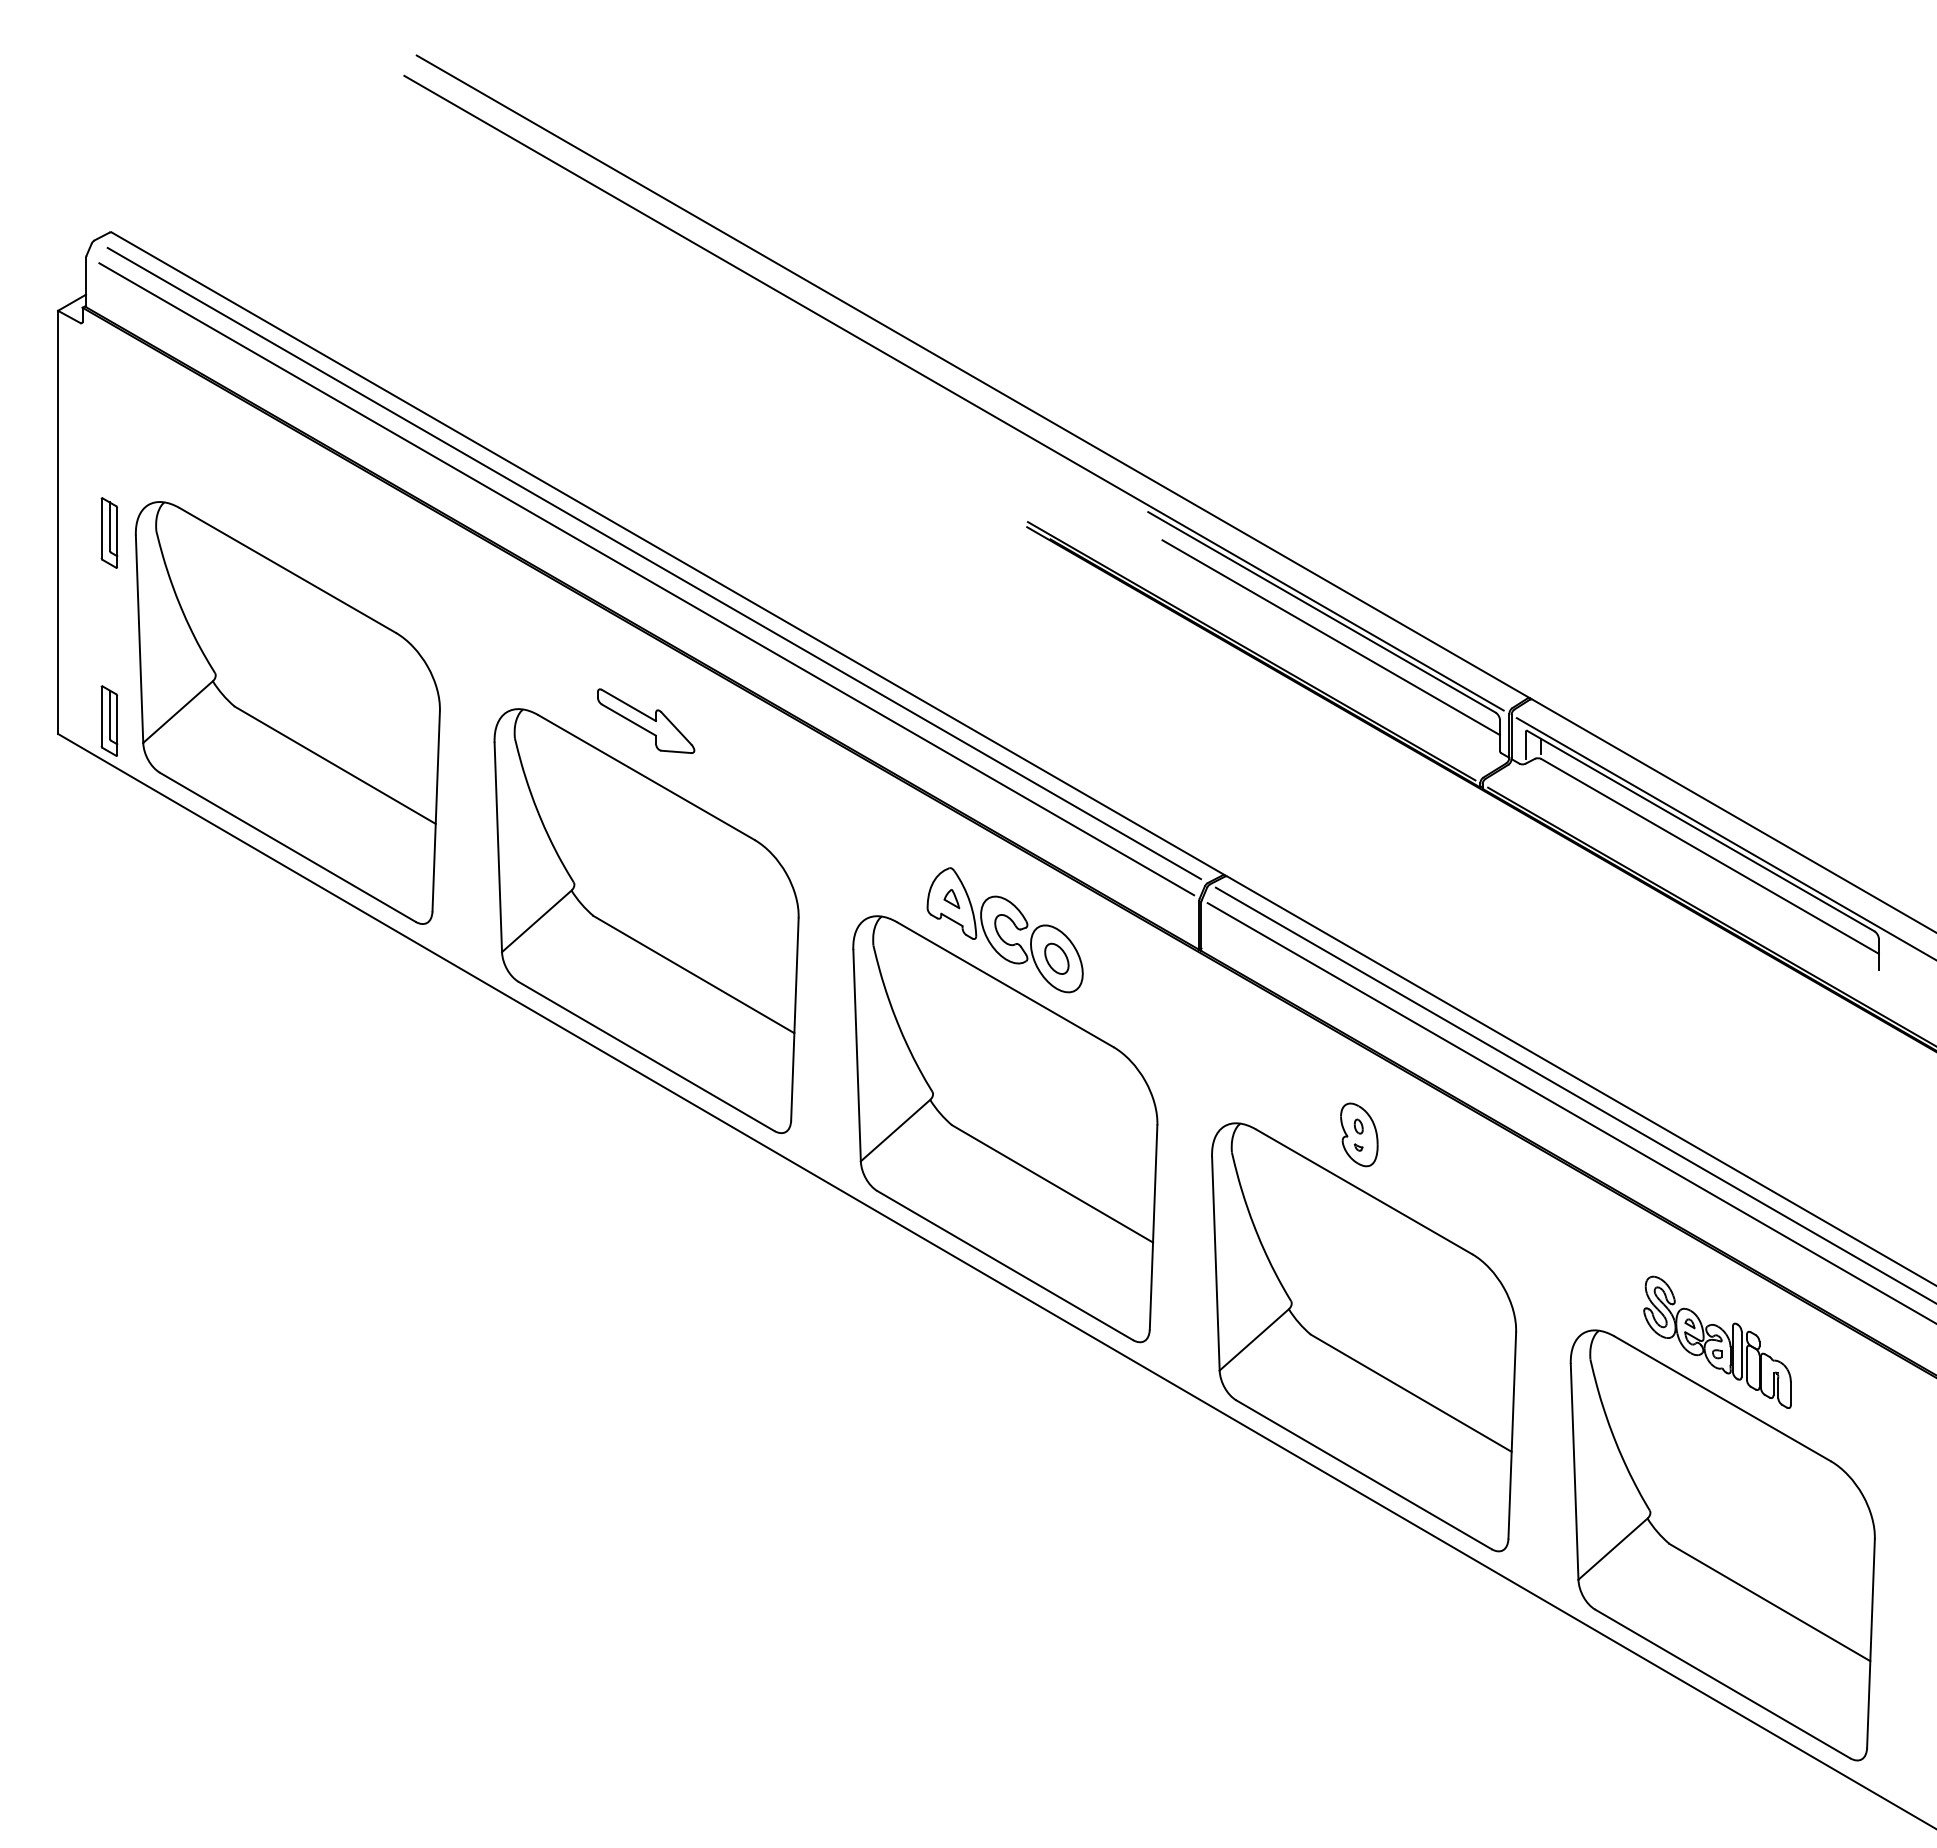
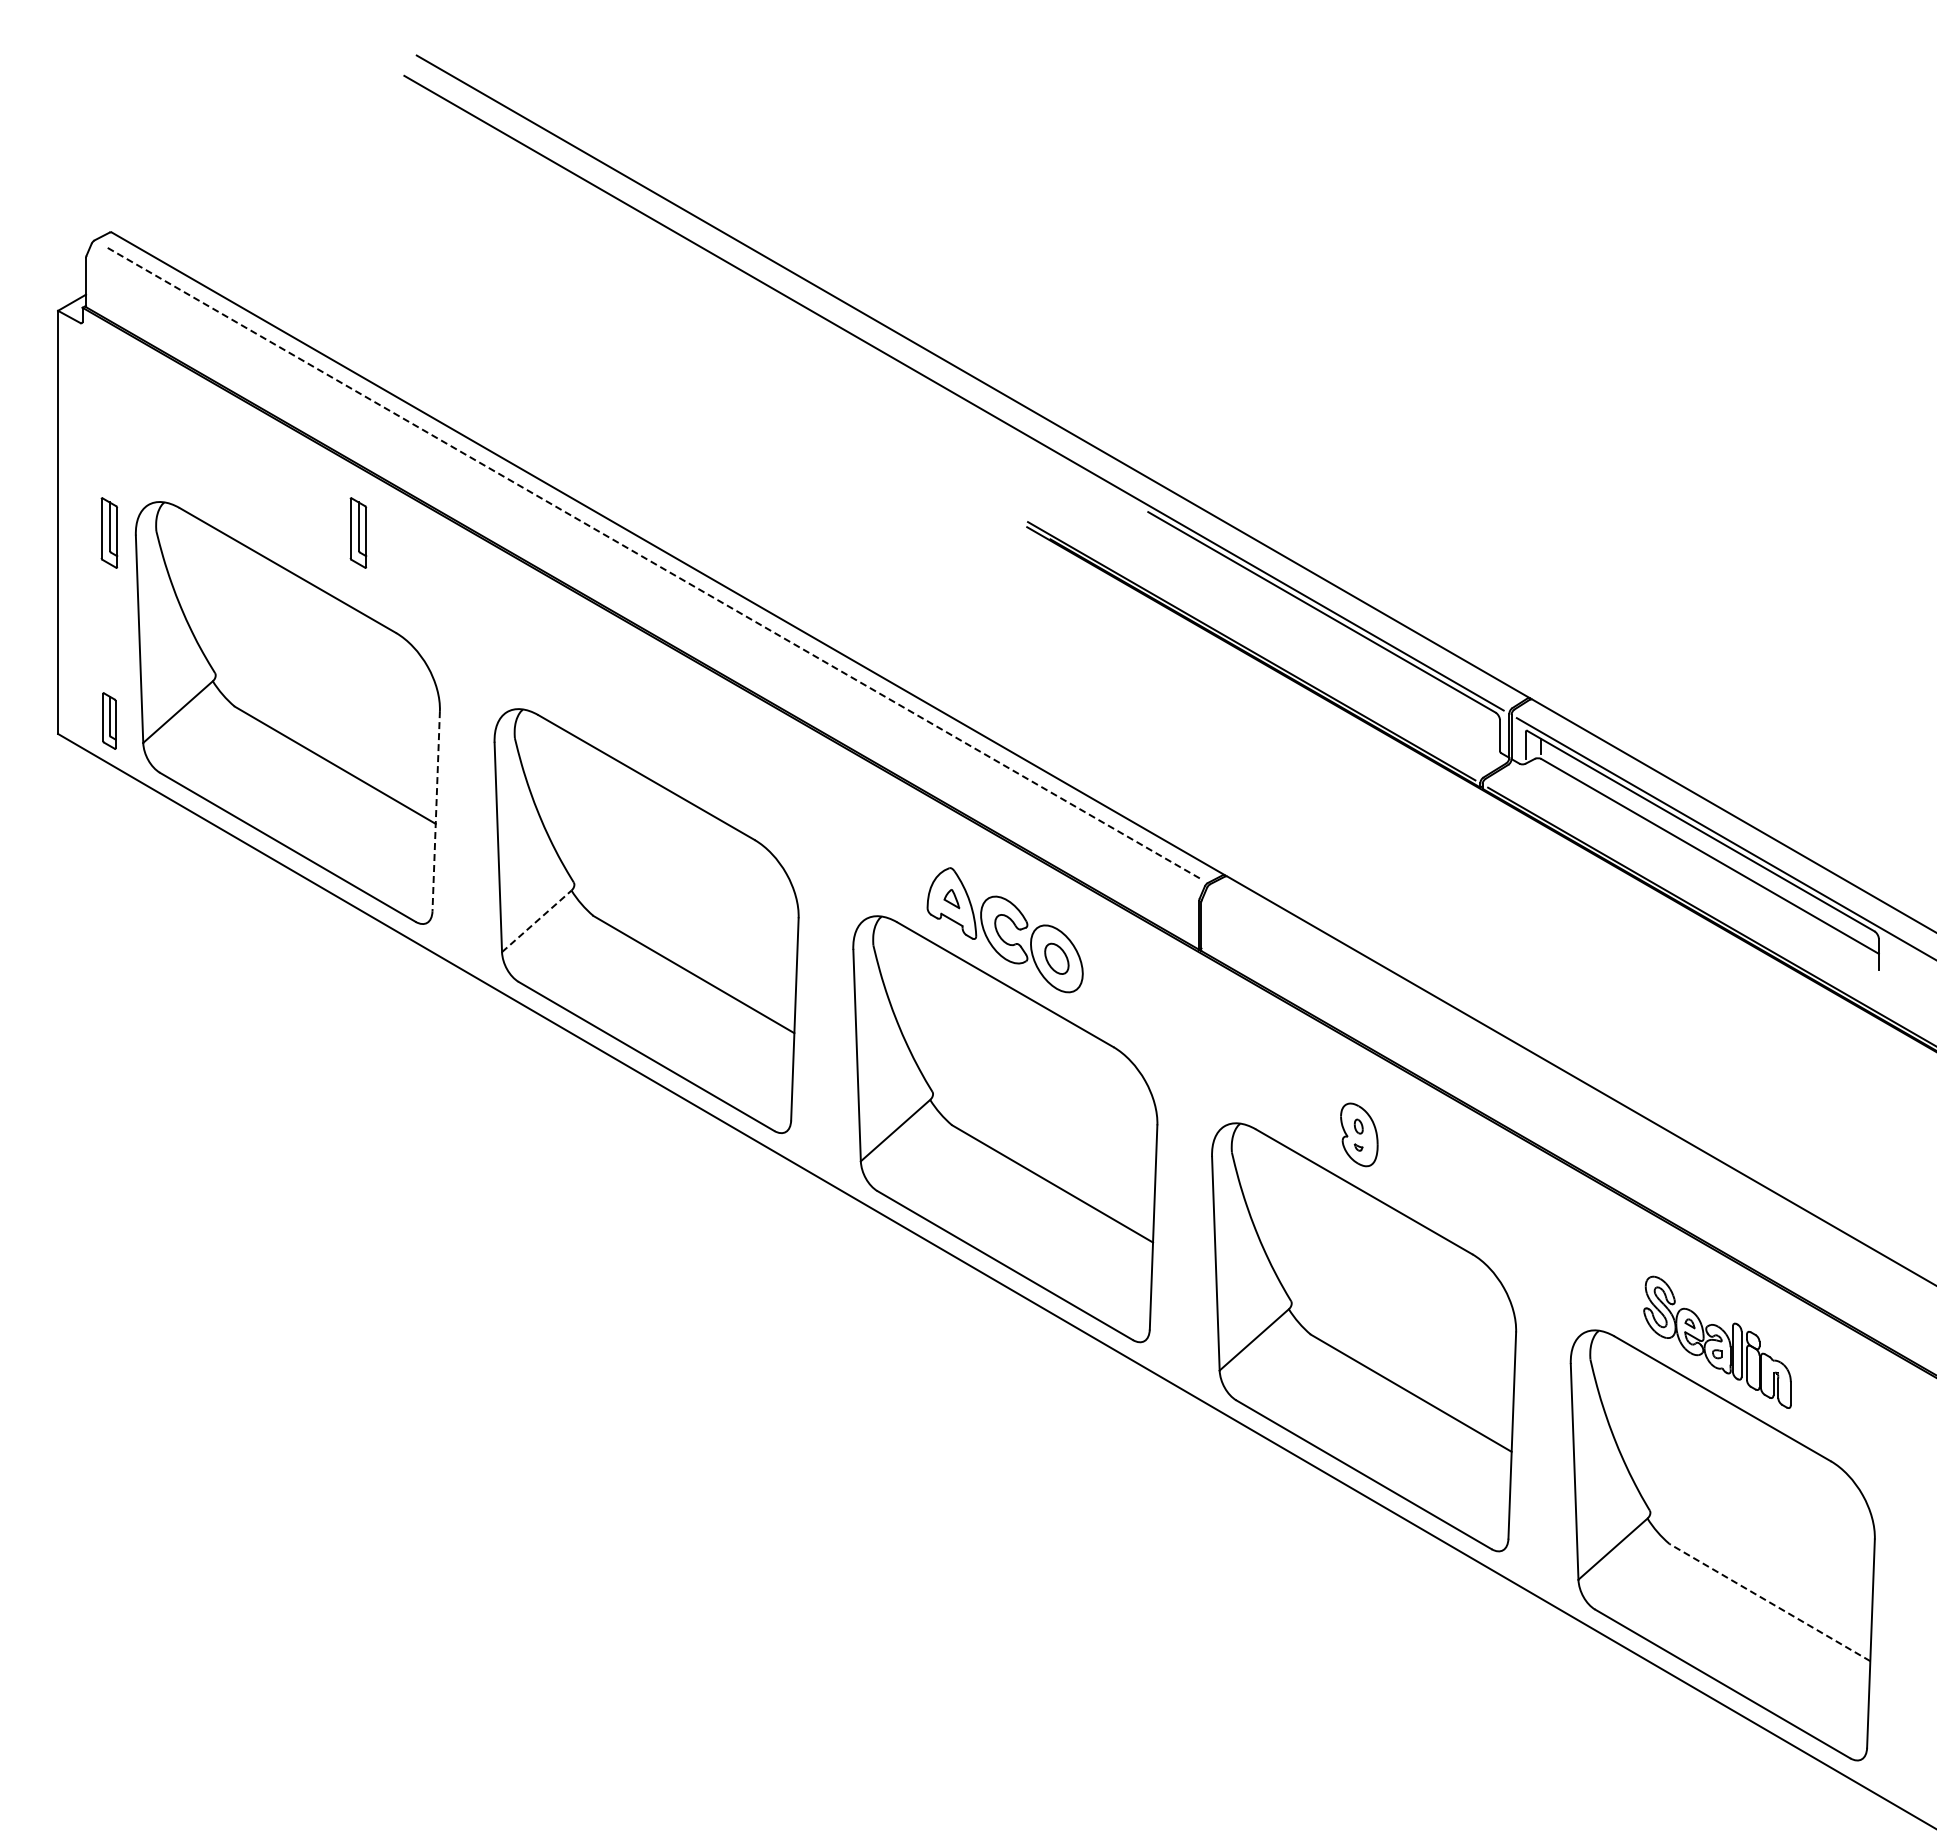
part at (358, 532): none -> present
line at (654, 563): solid -> dashed
line at (646, 579): present -> none
line at (1331, 637): present -> none
part at (109, 720) size: 19x72 px -> 15x58 px
part at (646, 720): present -> none
line at (436, 811): solid -> dashed
line at (537, 921): solid -> dashed
line at (1574, 1094): present -> none
line at (1570, 1112): present -> none
line at (1769, 1602): solid -> dashed
